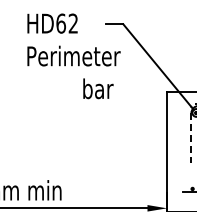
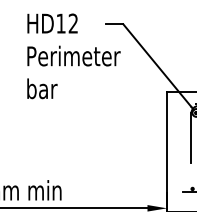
text at (61, 23): HD62 -> HD12
text at (98, 88) position: (98, 88) -> (42, 88)
line at (191, 137): dashed -> solid
